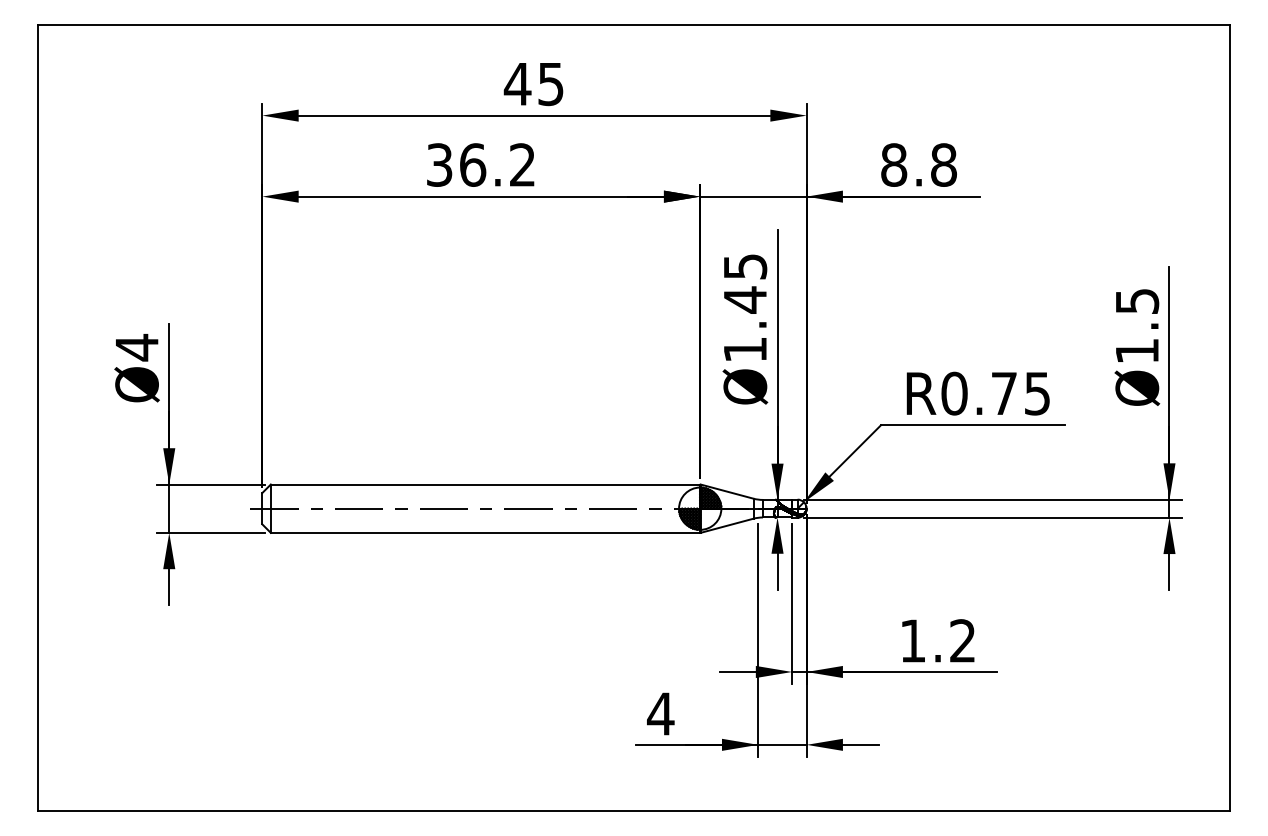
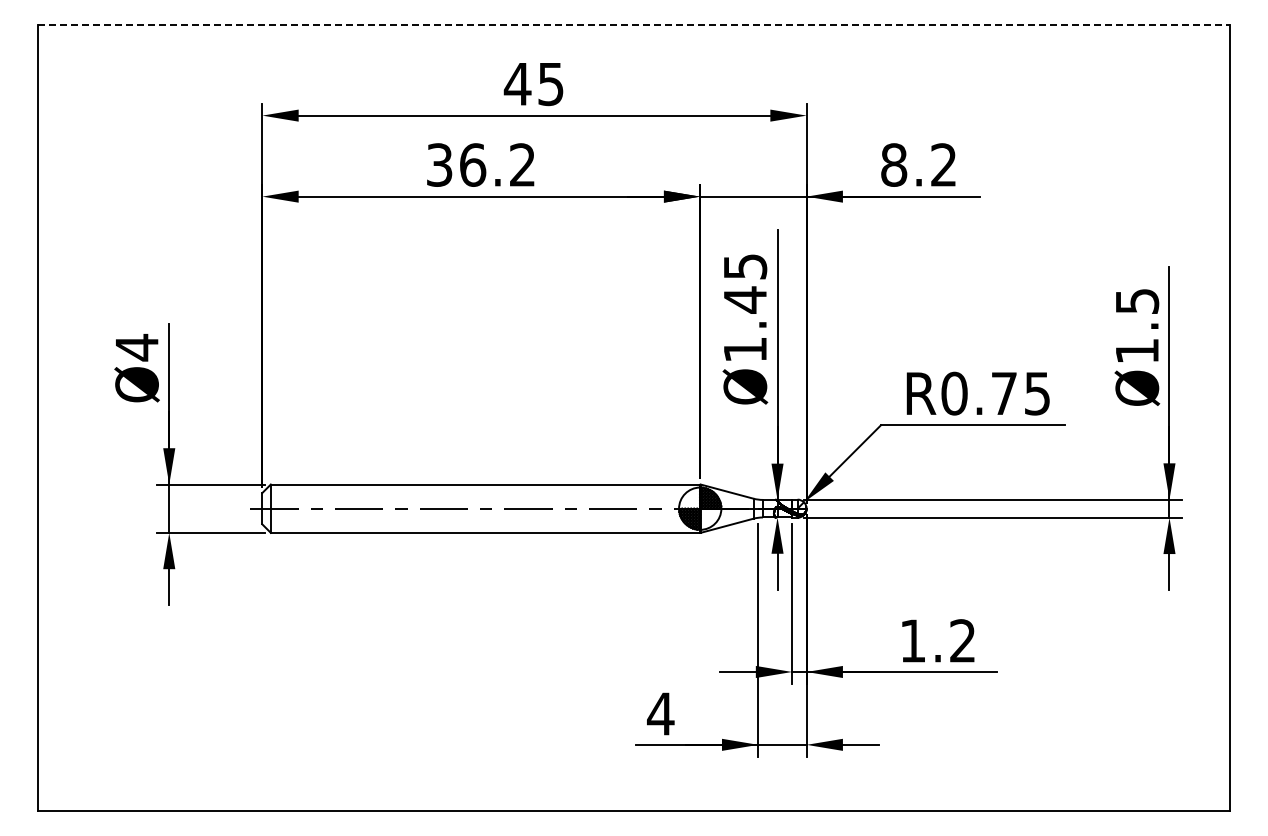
line at (634, 24): solid -> dashed
text at (943, 164): 8.8 -> 8.2
